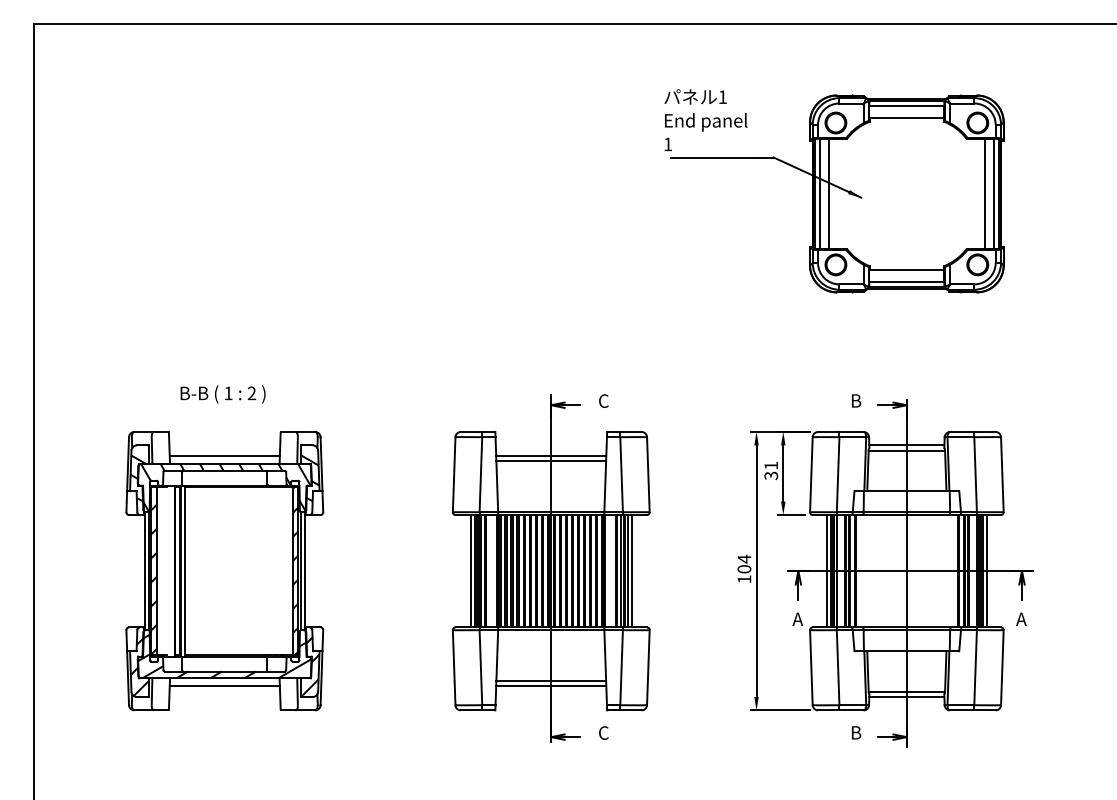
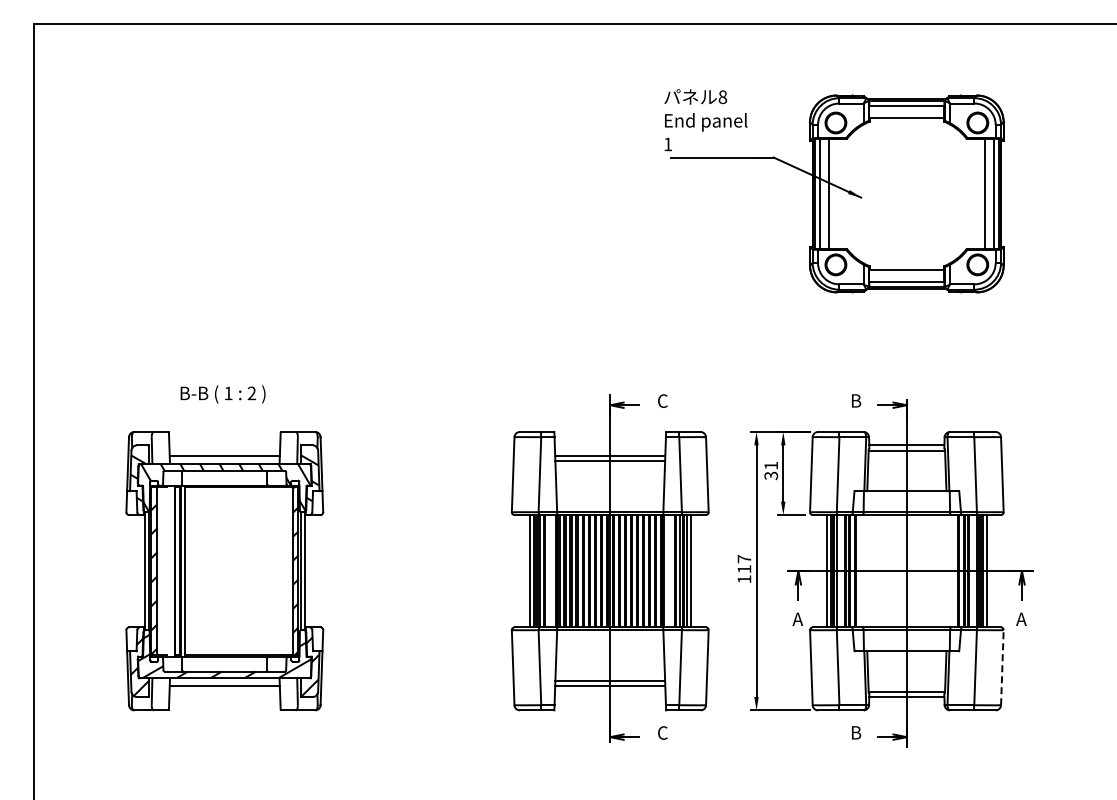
text at (722, 97): 1 -> 8
text at (744, 563): 104 -> 117
part at (550, 568) position: (550, 568) -> (609, 568)
line at (1002, 667): solid -> dashed
